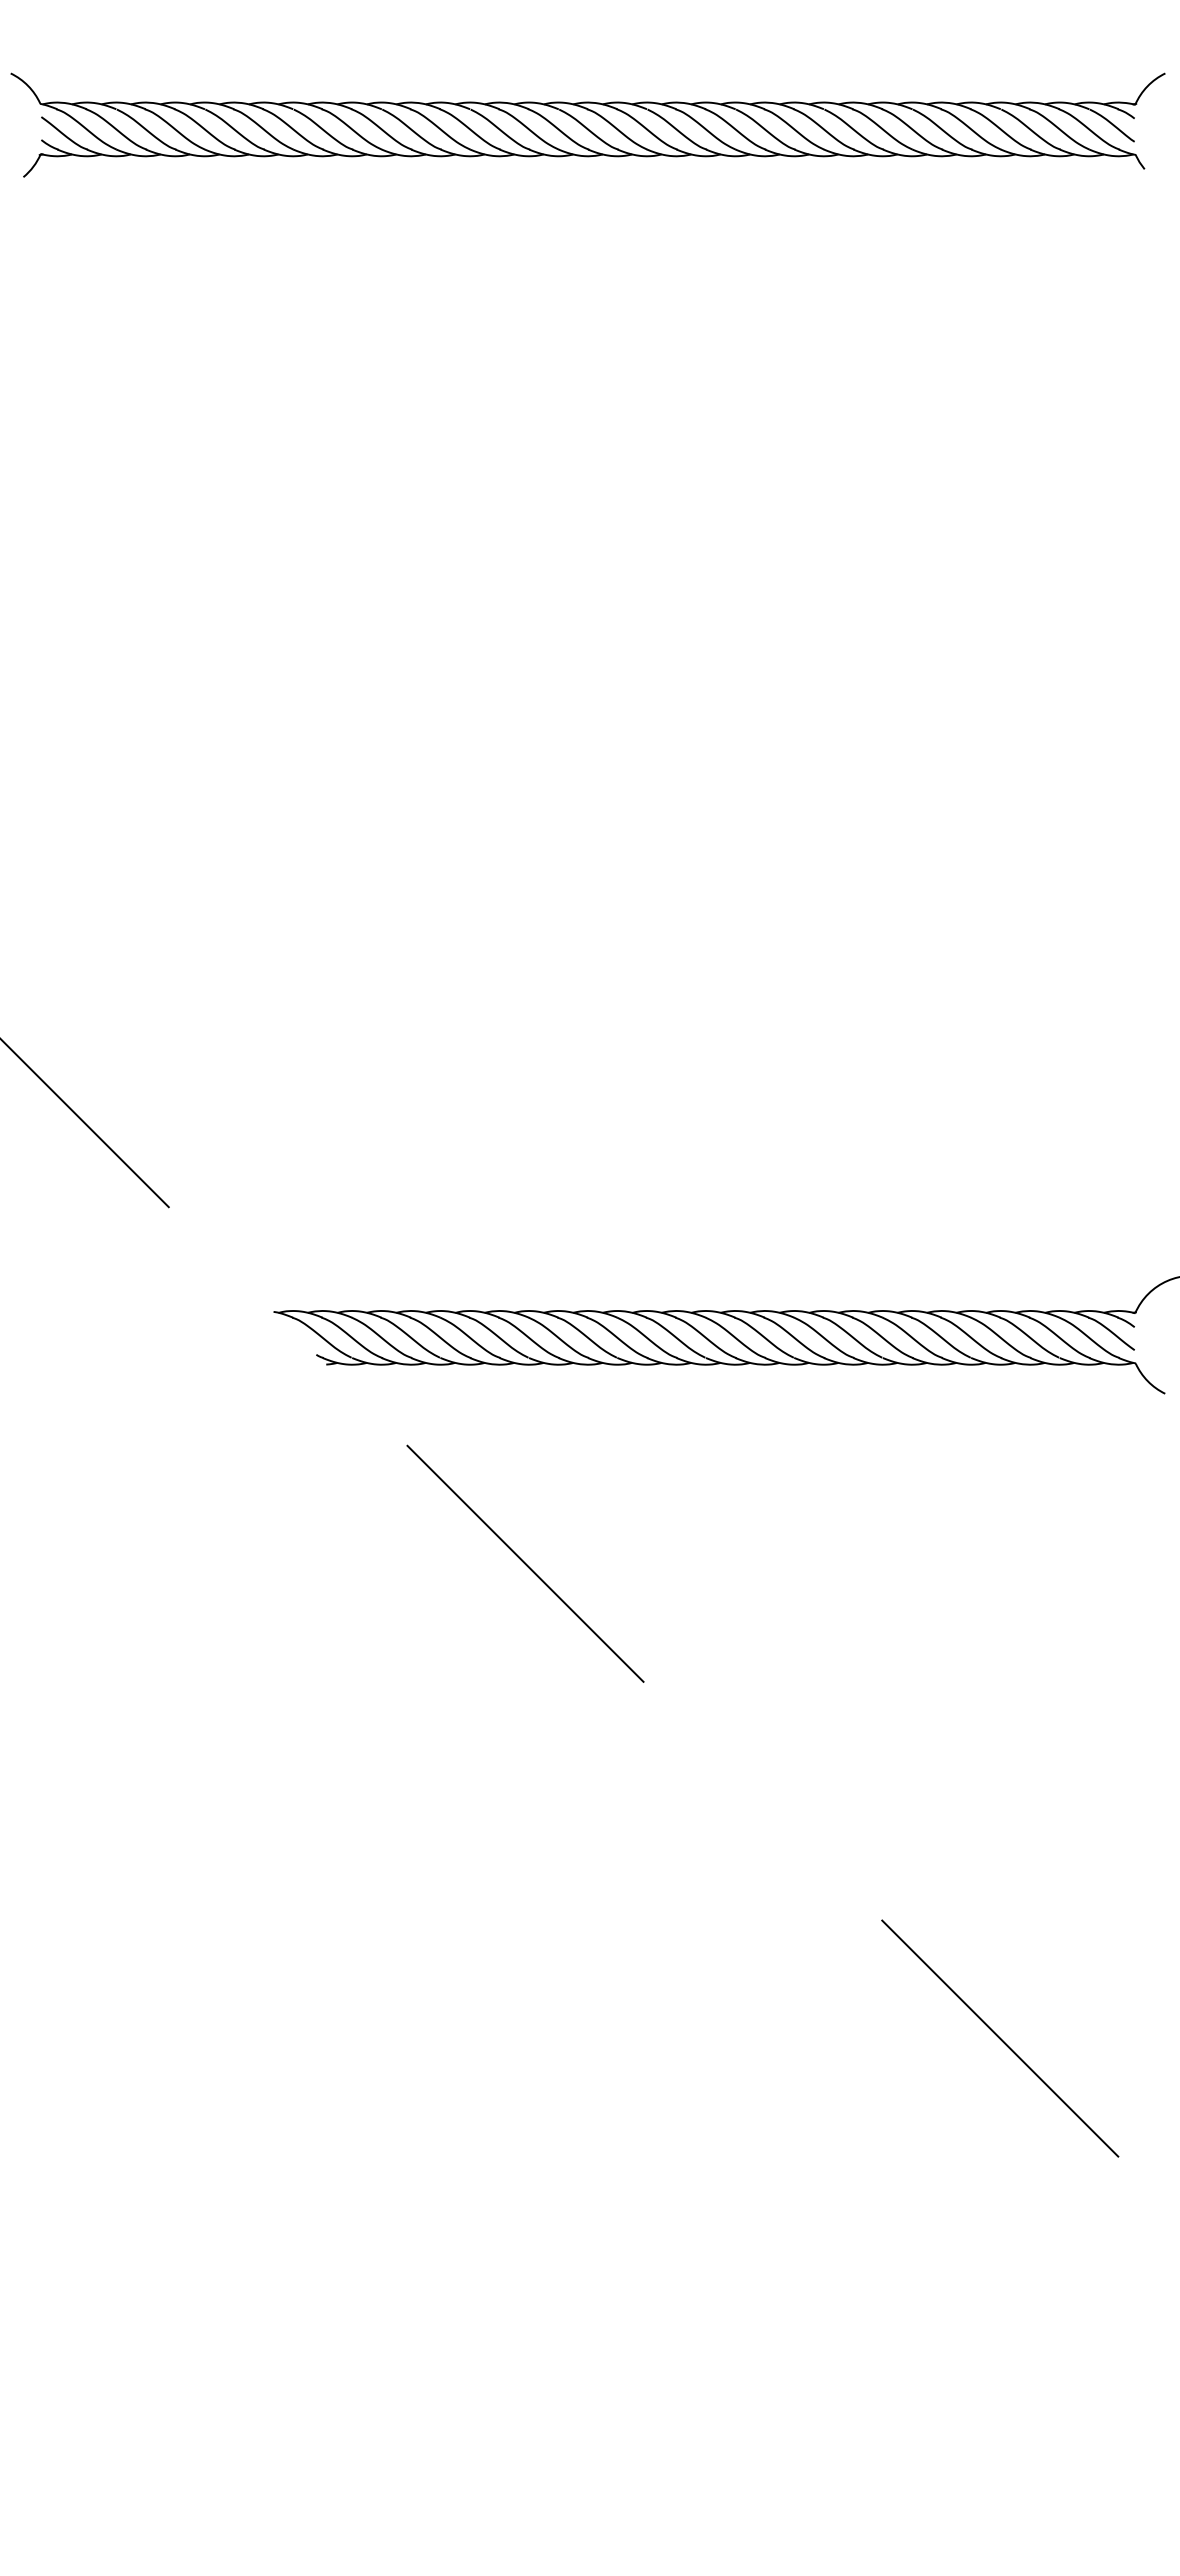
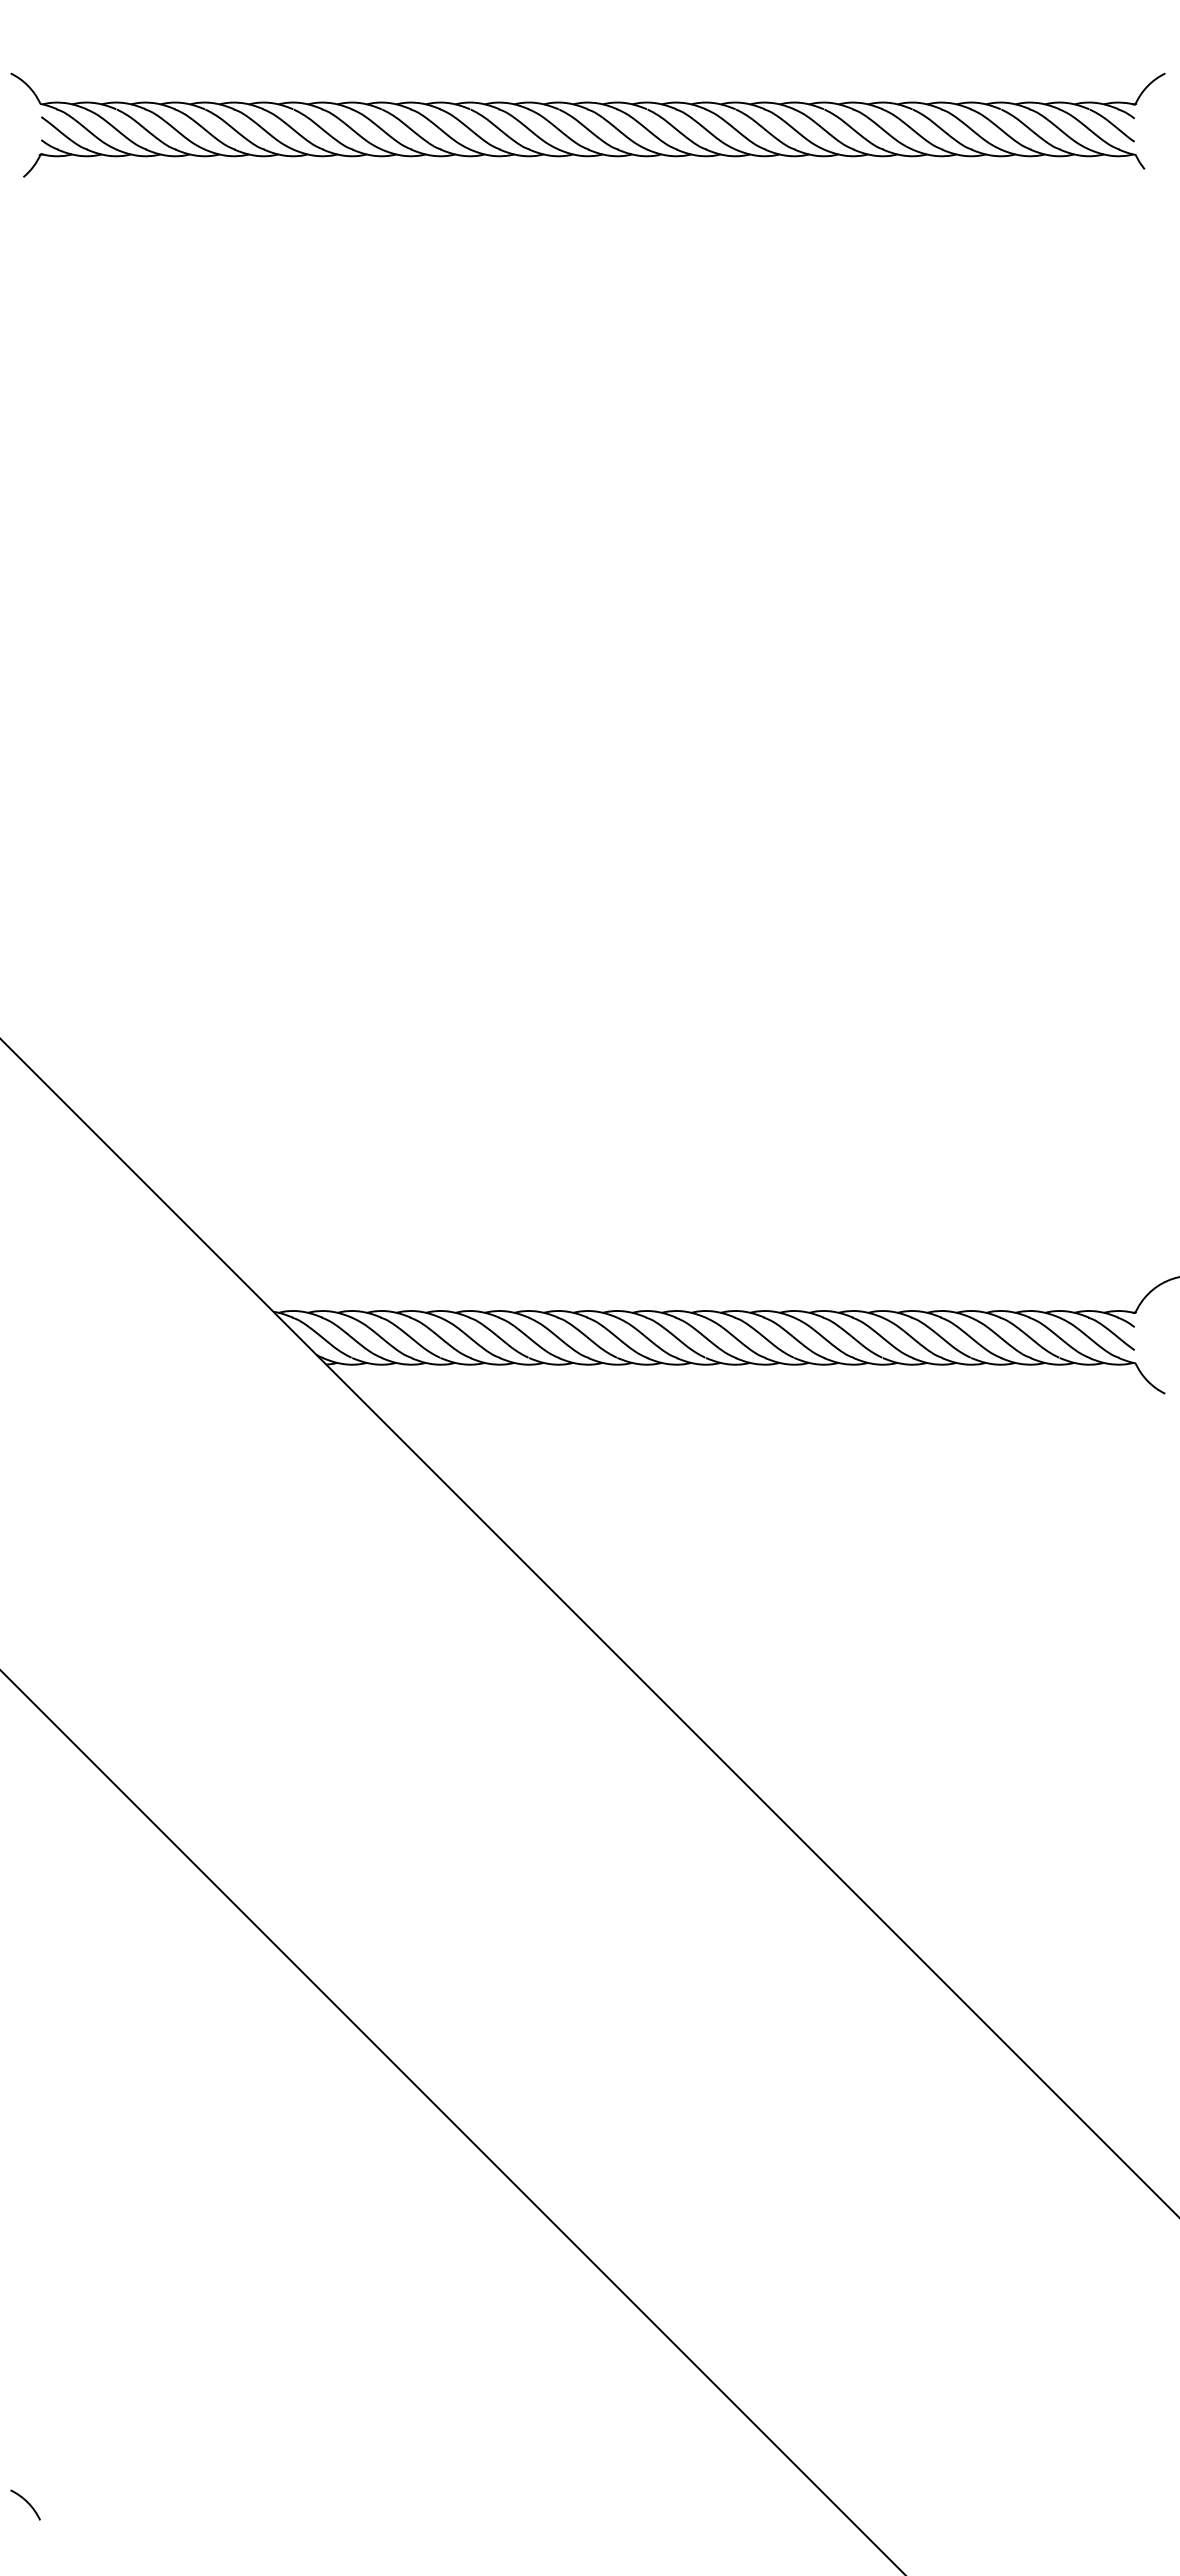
line at (589, 1627): dashed -> solid
line at (452, 2121): none -> present
arc at (26, 2502): none -> present
